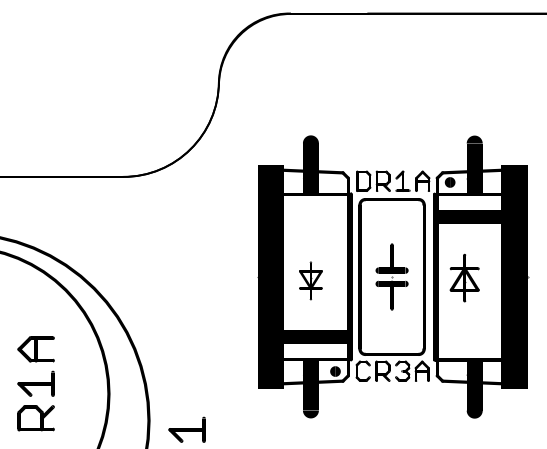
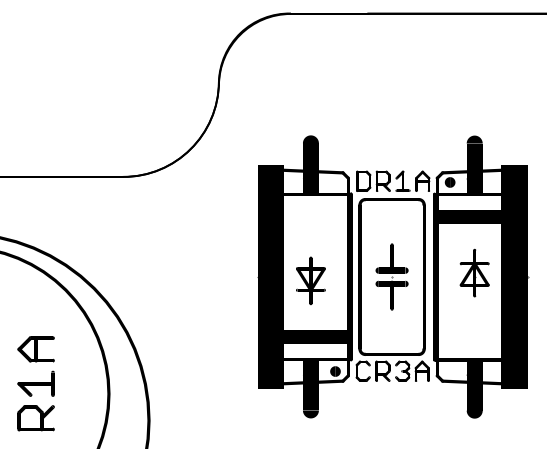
part at (464, 277) position: (464, 277) -> (474, 272)
part at (310, 280) size: 24x40 px -> 30x50 px
part at (186, 429): present -> none
